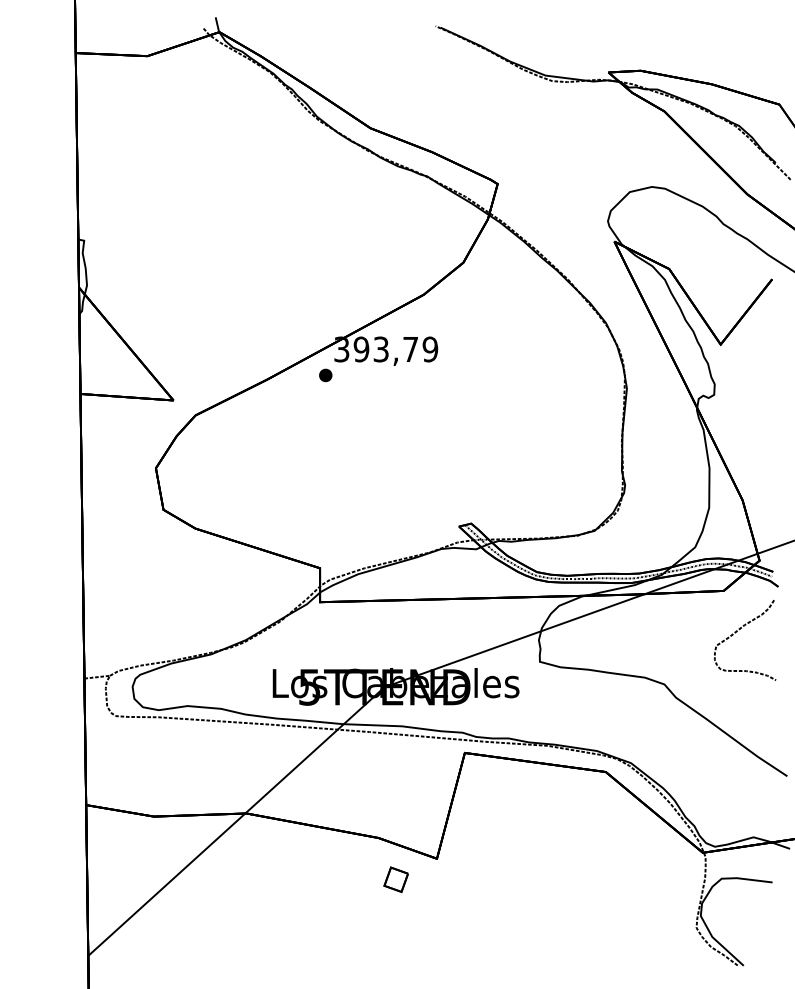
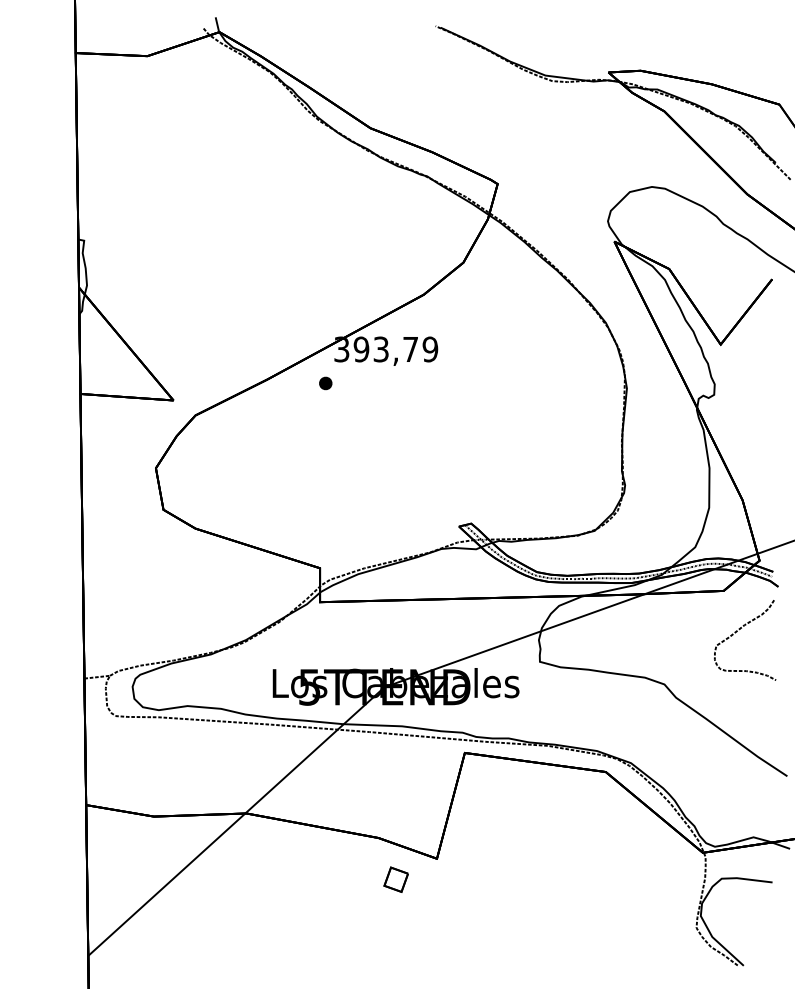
part at (325, 375) position: (325, 375) -> (325, 383)
